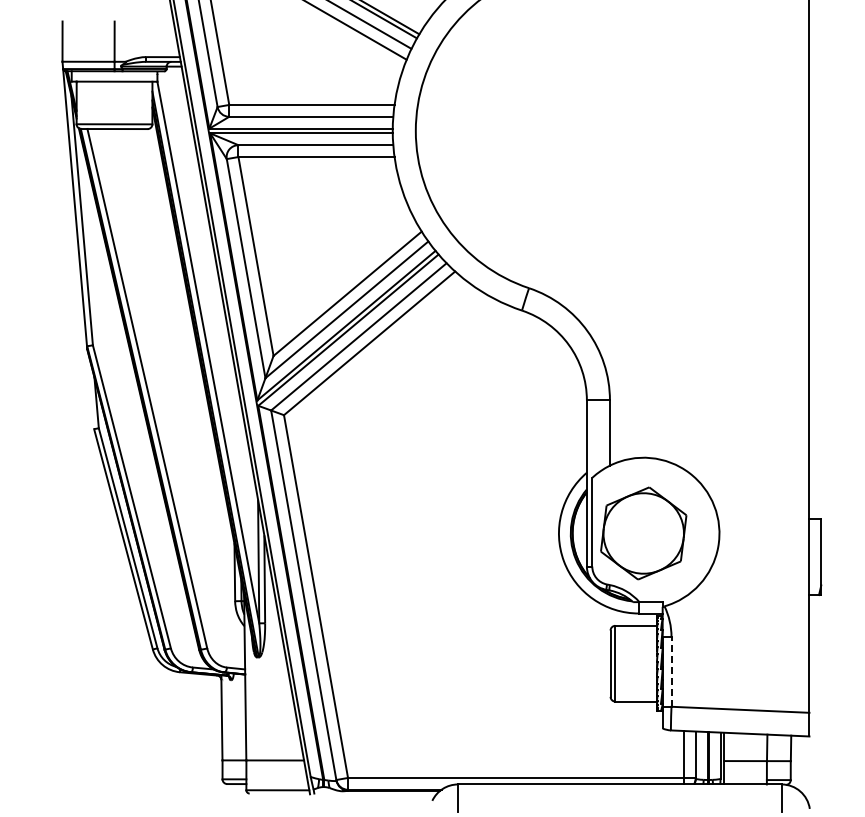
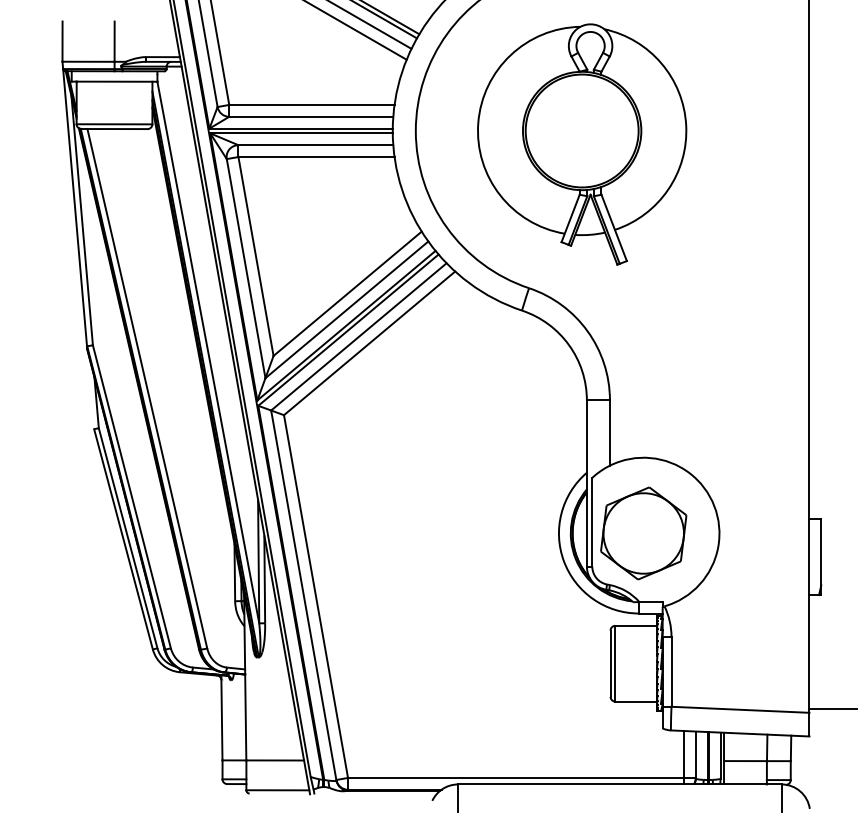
part at (582, 144): none -> present
line at (671, 671): dashed -> solid
line at (832, 708): none -> present
